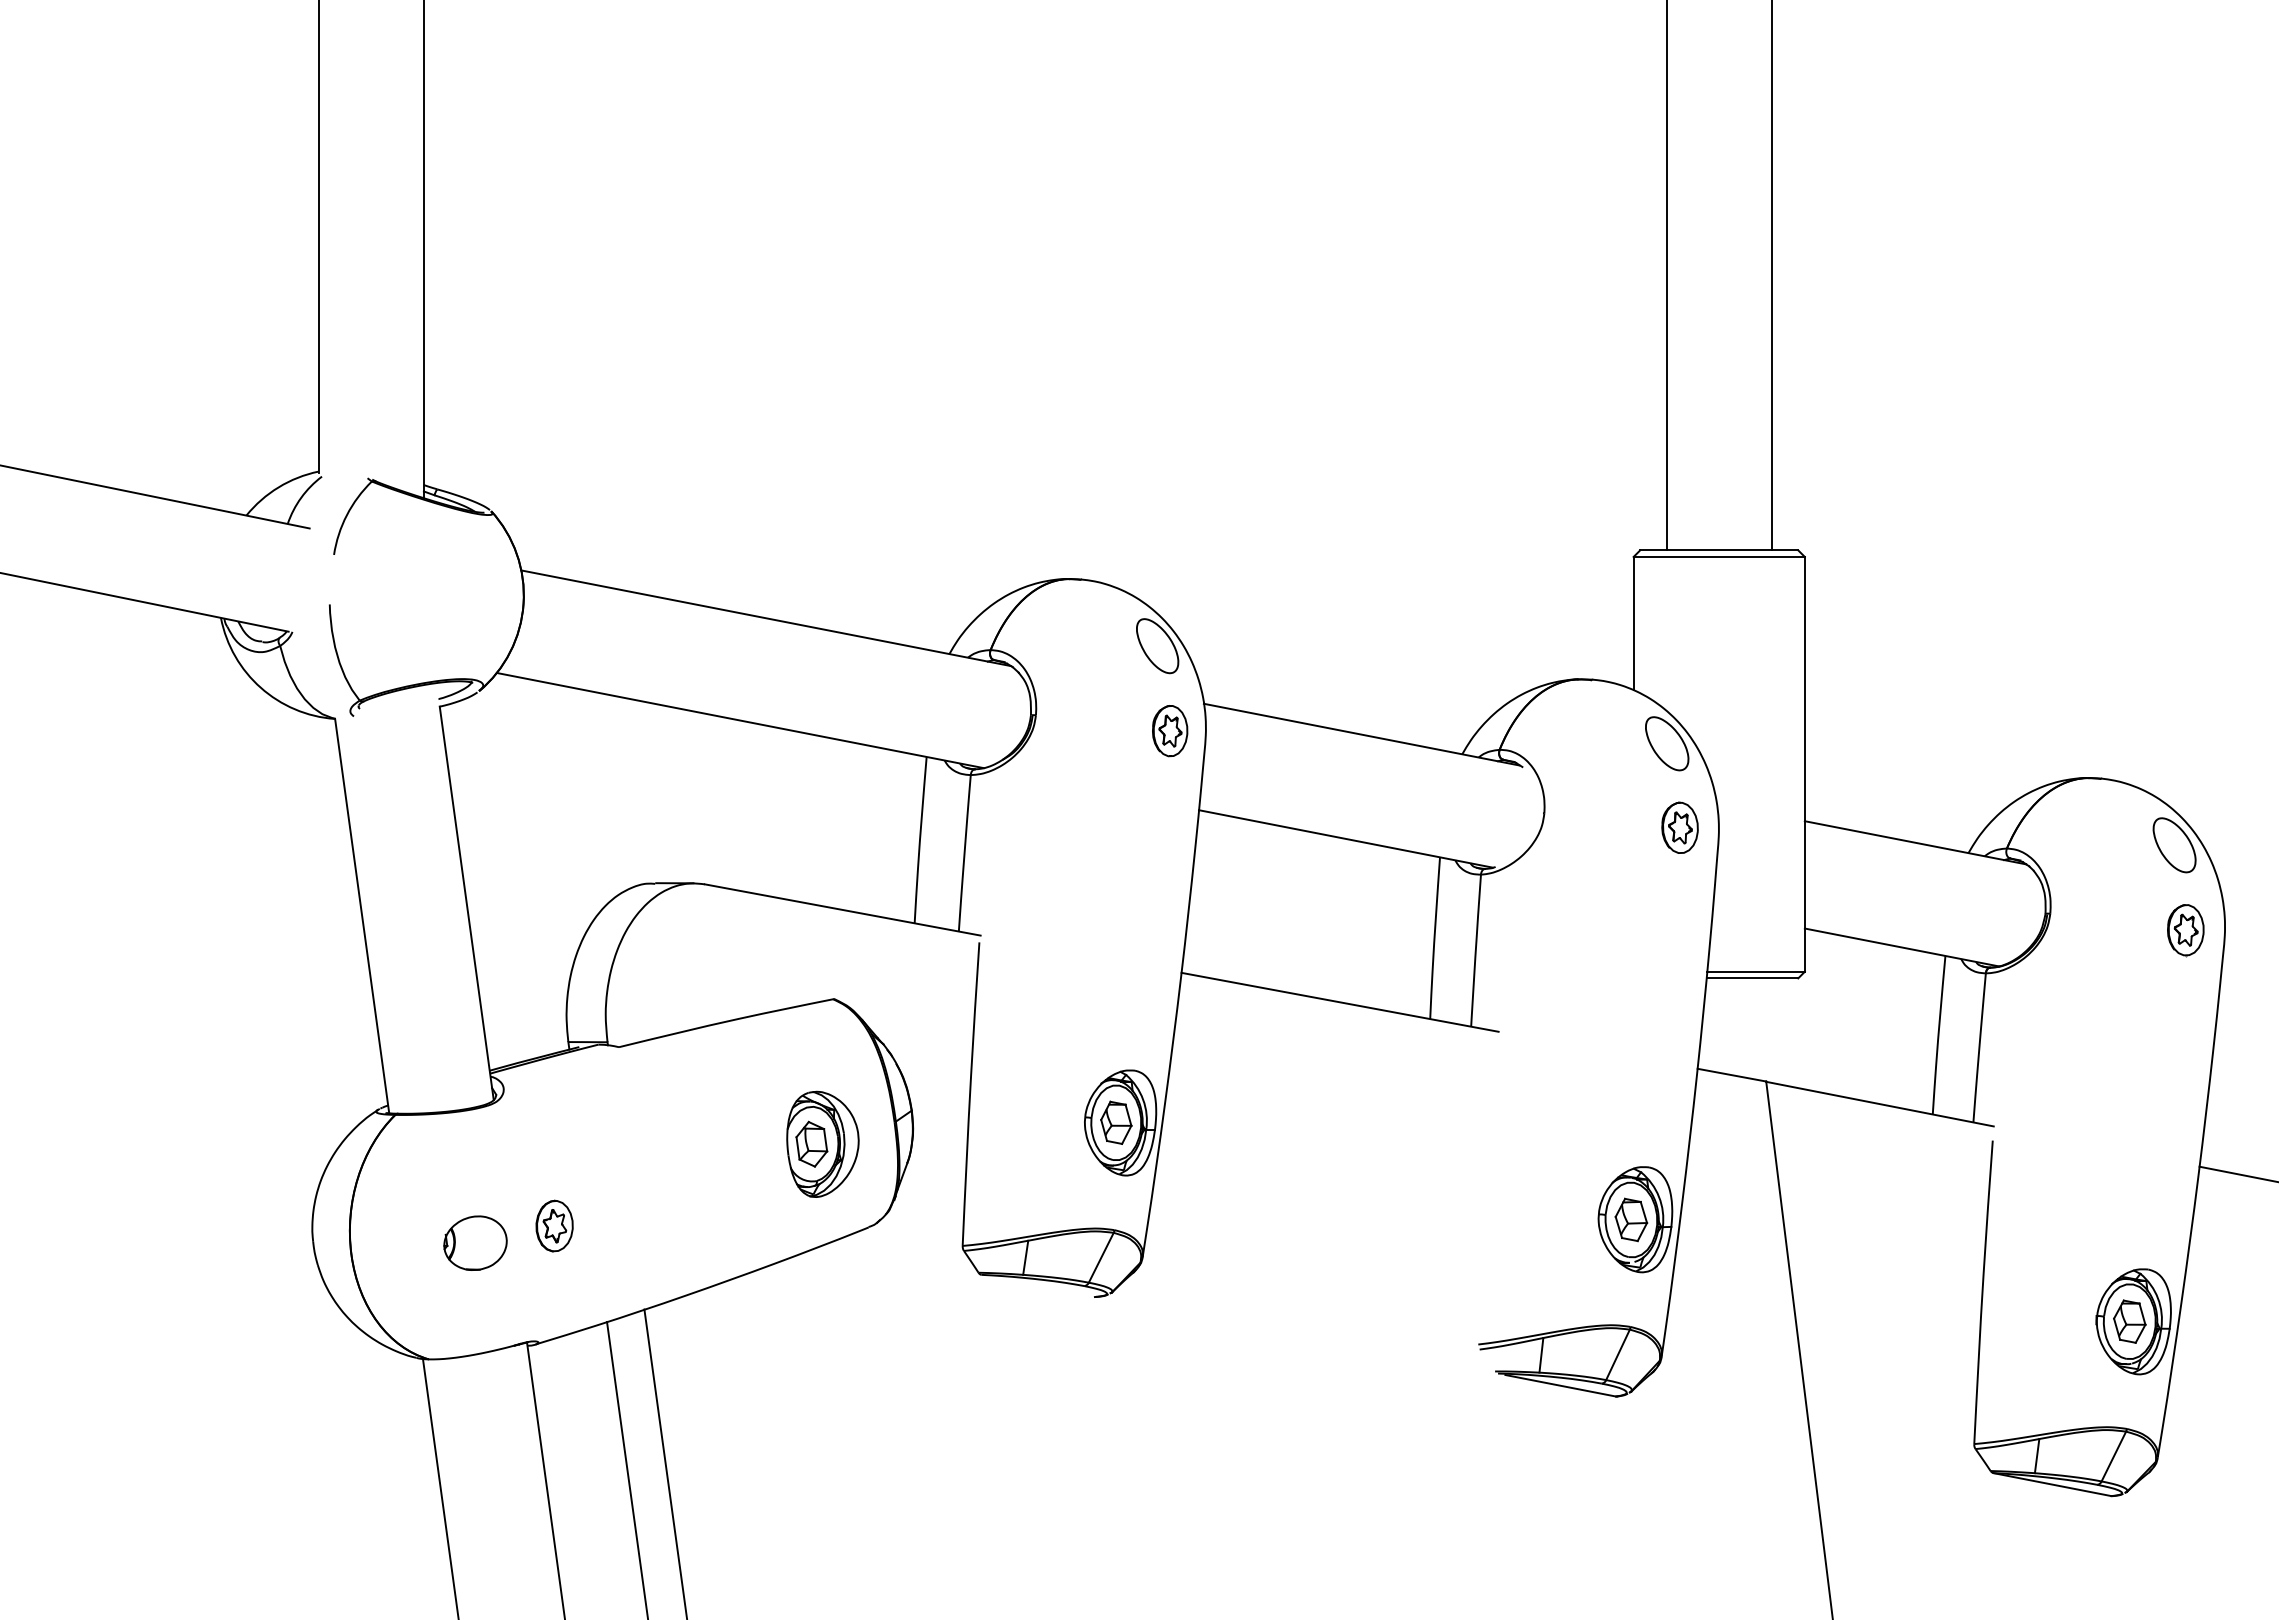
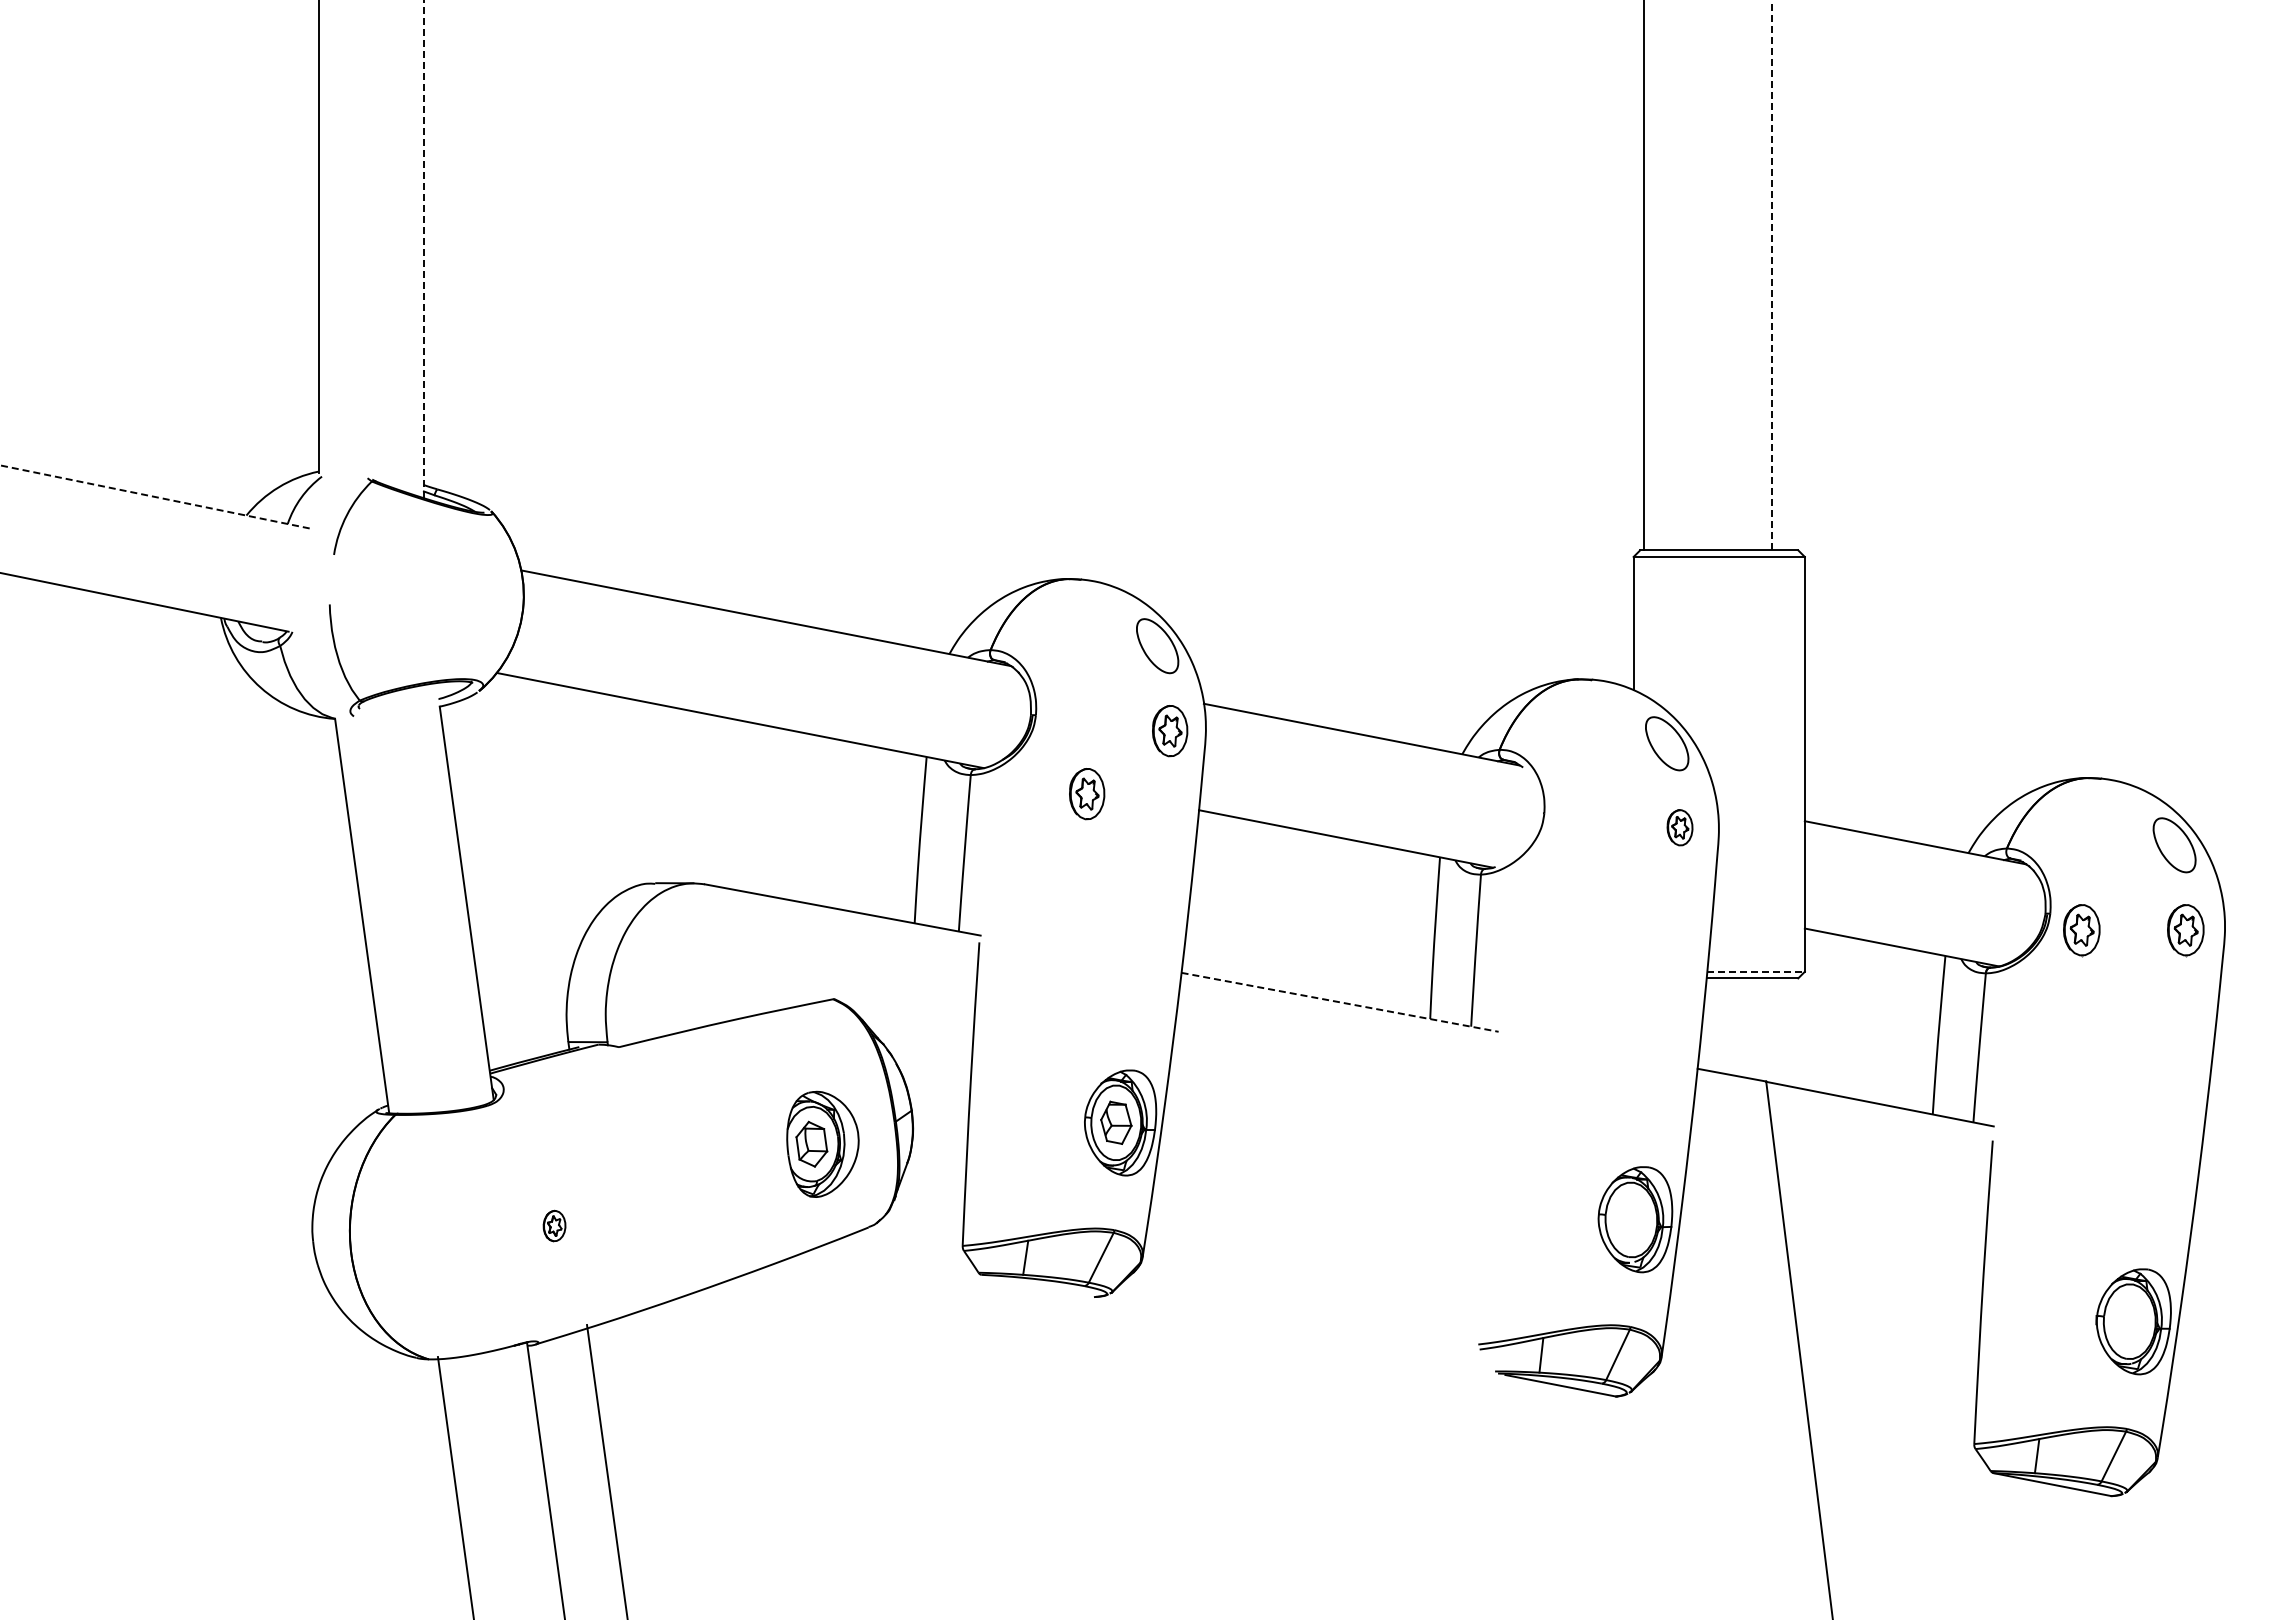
line at (423, 249): solid -> dashed
line at (1771, 275): solid -> dashed
line at (1666, 276) position: (1666, 276) -> (1643, 276)
line at (154, 496): solid -> dashed
part at (1087, 794): none -> present
part at (1679, 827) size: 38x53 px -> 28x38 px
part at (2081, 930): none -> present
line at (1755, 971): solid -> dashed
line at (1340, 1002): solid -> dashed
line at (2237, 1173): present -> none
part at (1631, 1219): present -> none
part at (554, 1225) size: 39x54 px -> 25x34 px
part at (475, 1242): present -> none
part at (2129, 1321): present -> none
line at (665, 1462): present -> none
line at (627, 1469) position: (627, 1469) -> (607, 1470)
line at (440, 1487) position: (440, 1487) -> (455, 1486)
